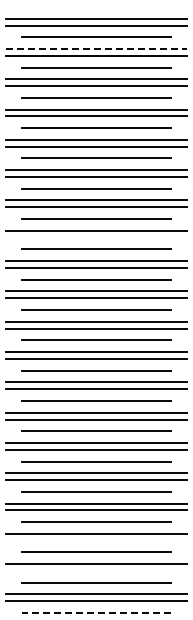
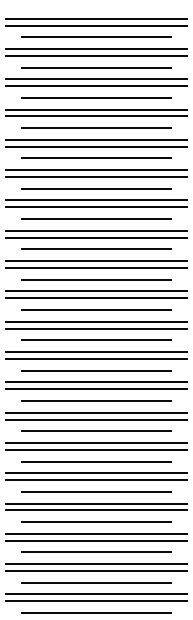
line at (96, 48): dashed -> solid
line at (96, 237): none -> present
line at (96, 540): none -> present
line at (96, 571): none -> present
line at (96, 613): dashed -> solid
